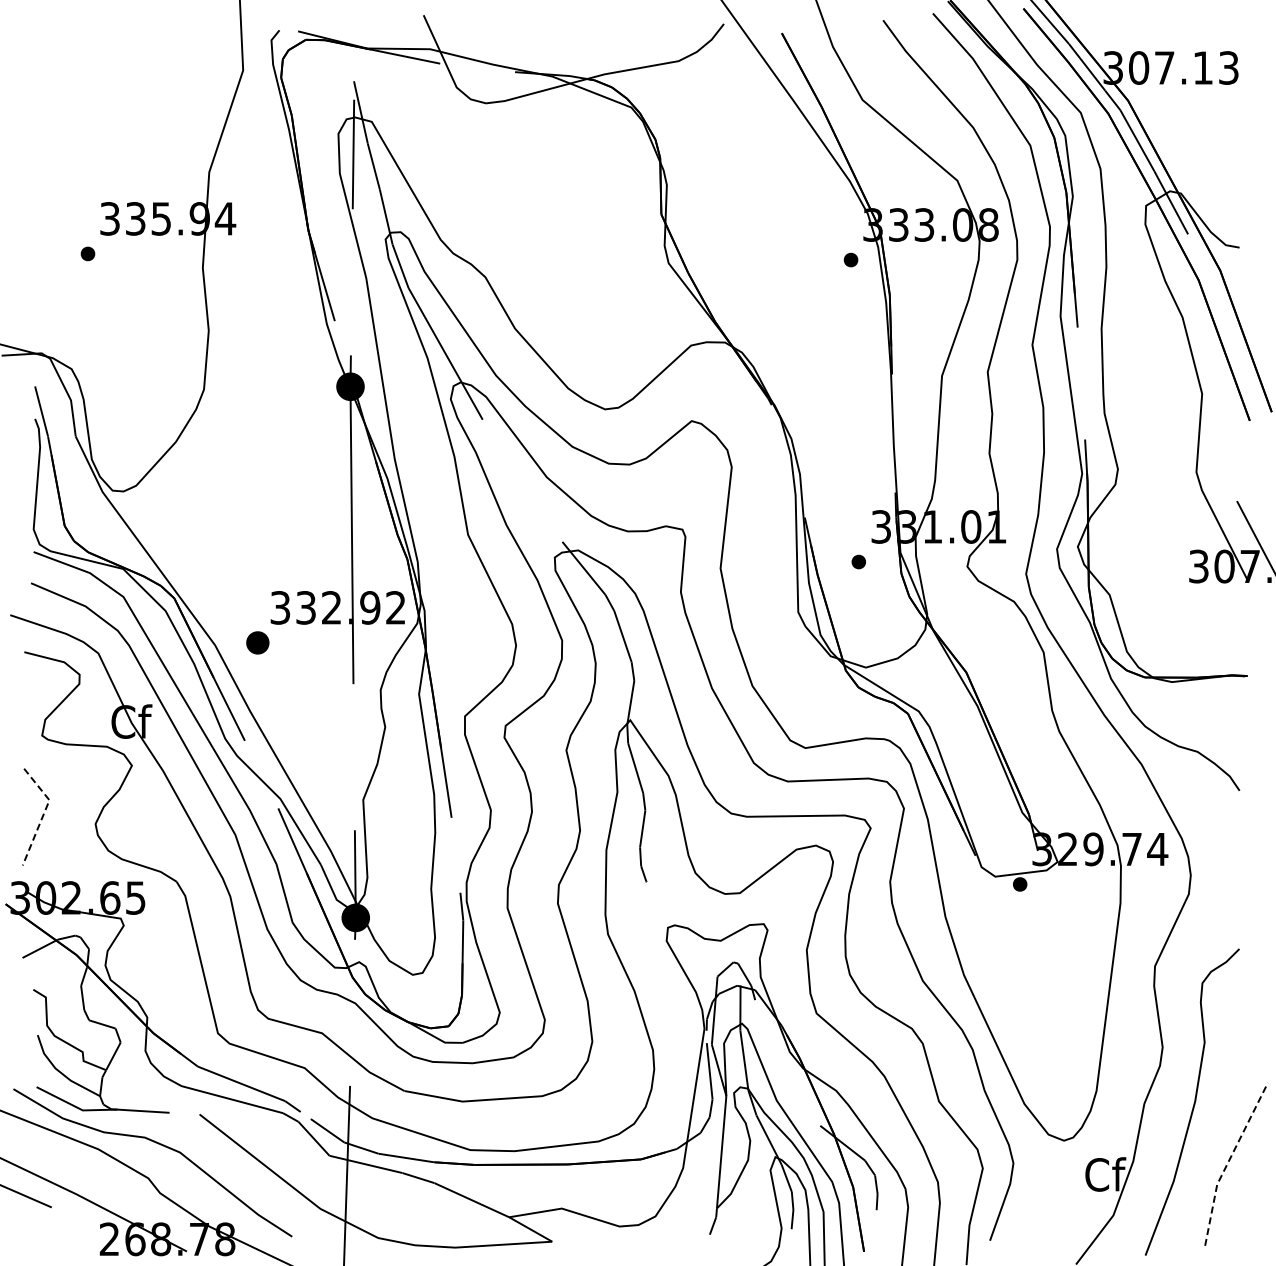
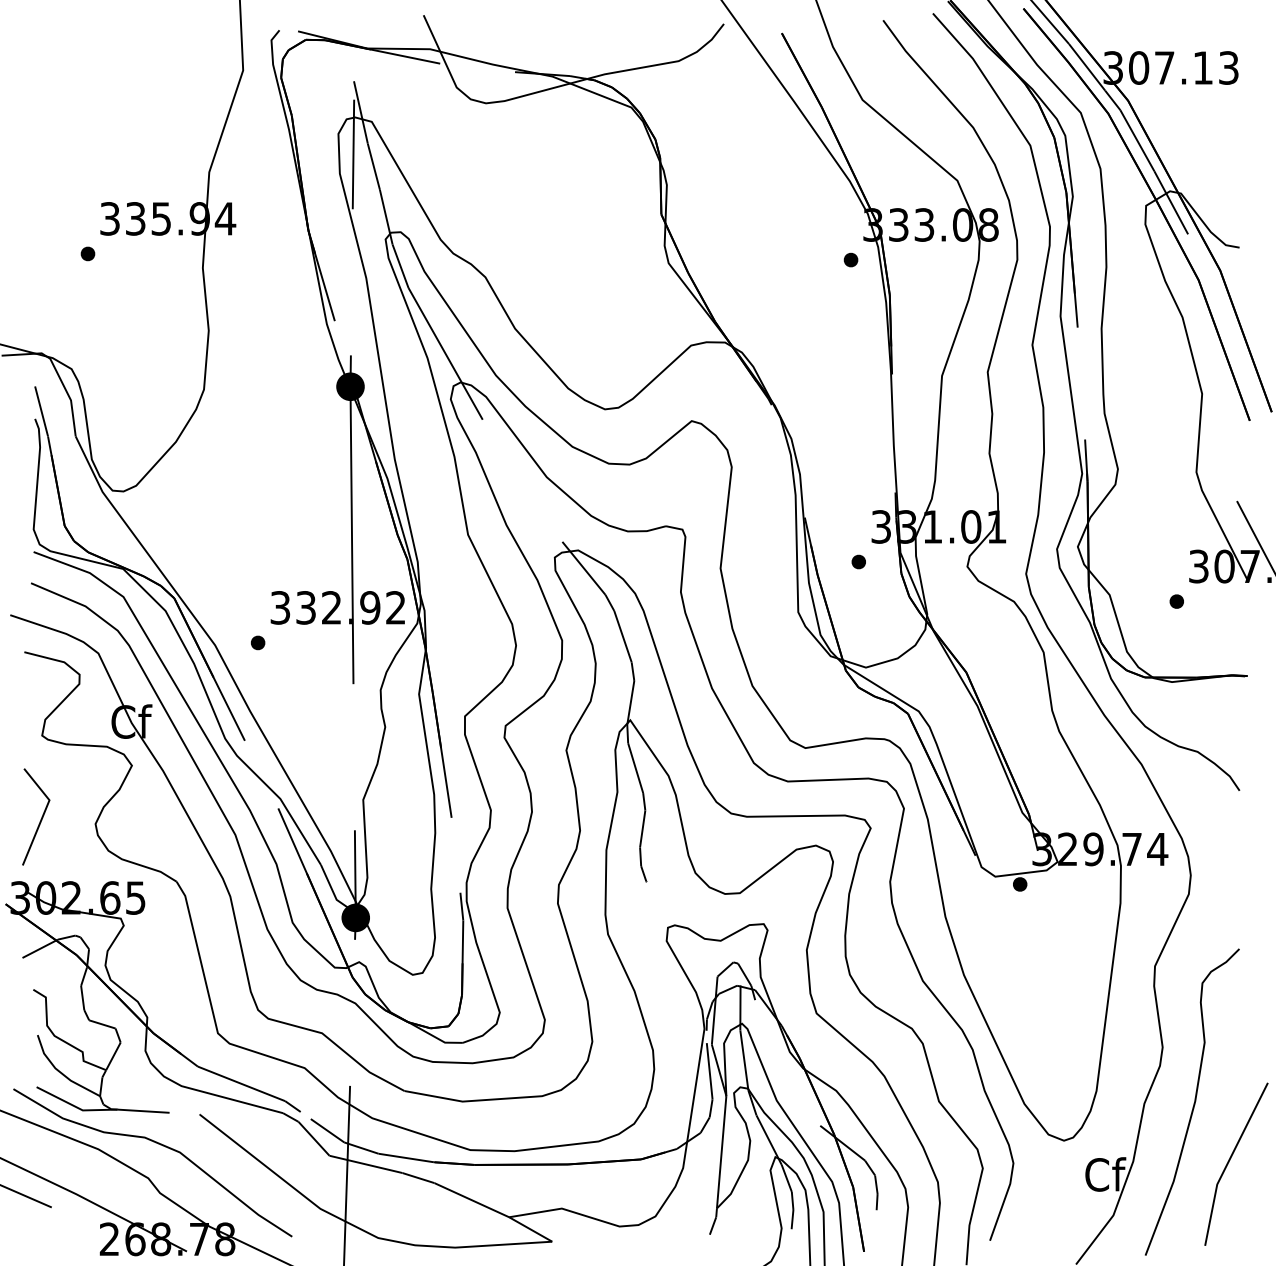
part at (1176, 601): none -> present
part at (257, 642) size: 24x24 px -> 15x16 px
line at (43, 814): dashed -> solid
line at (1228, 1162): dashed -> solid
